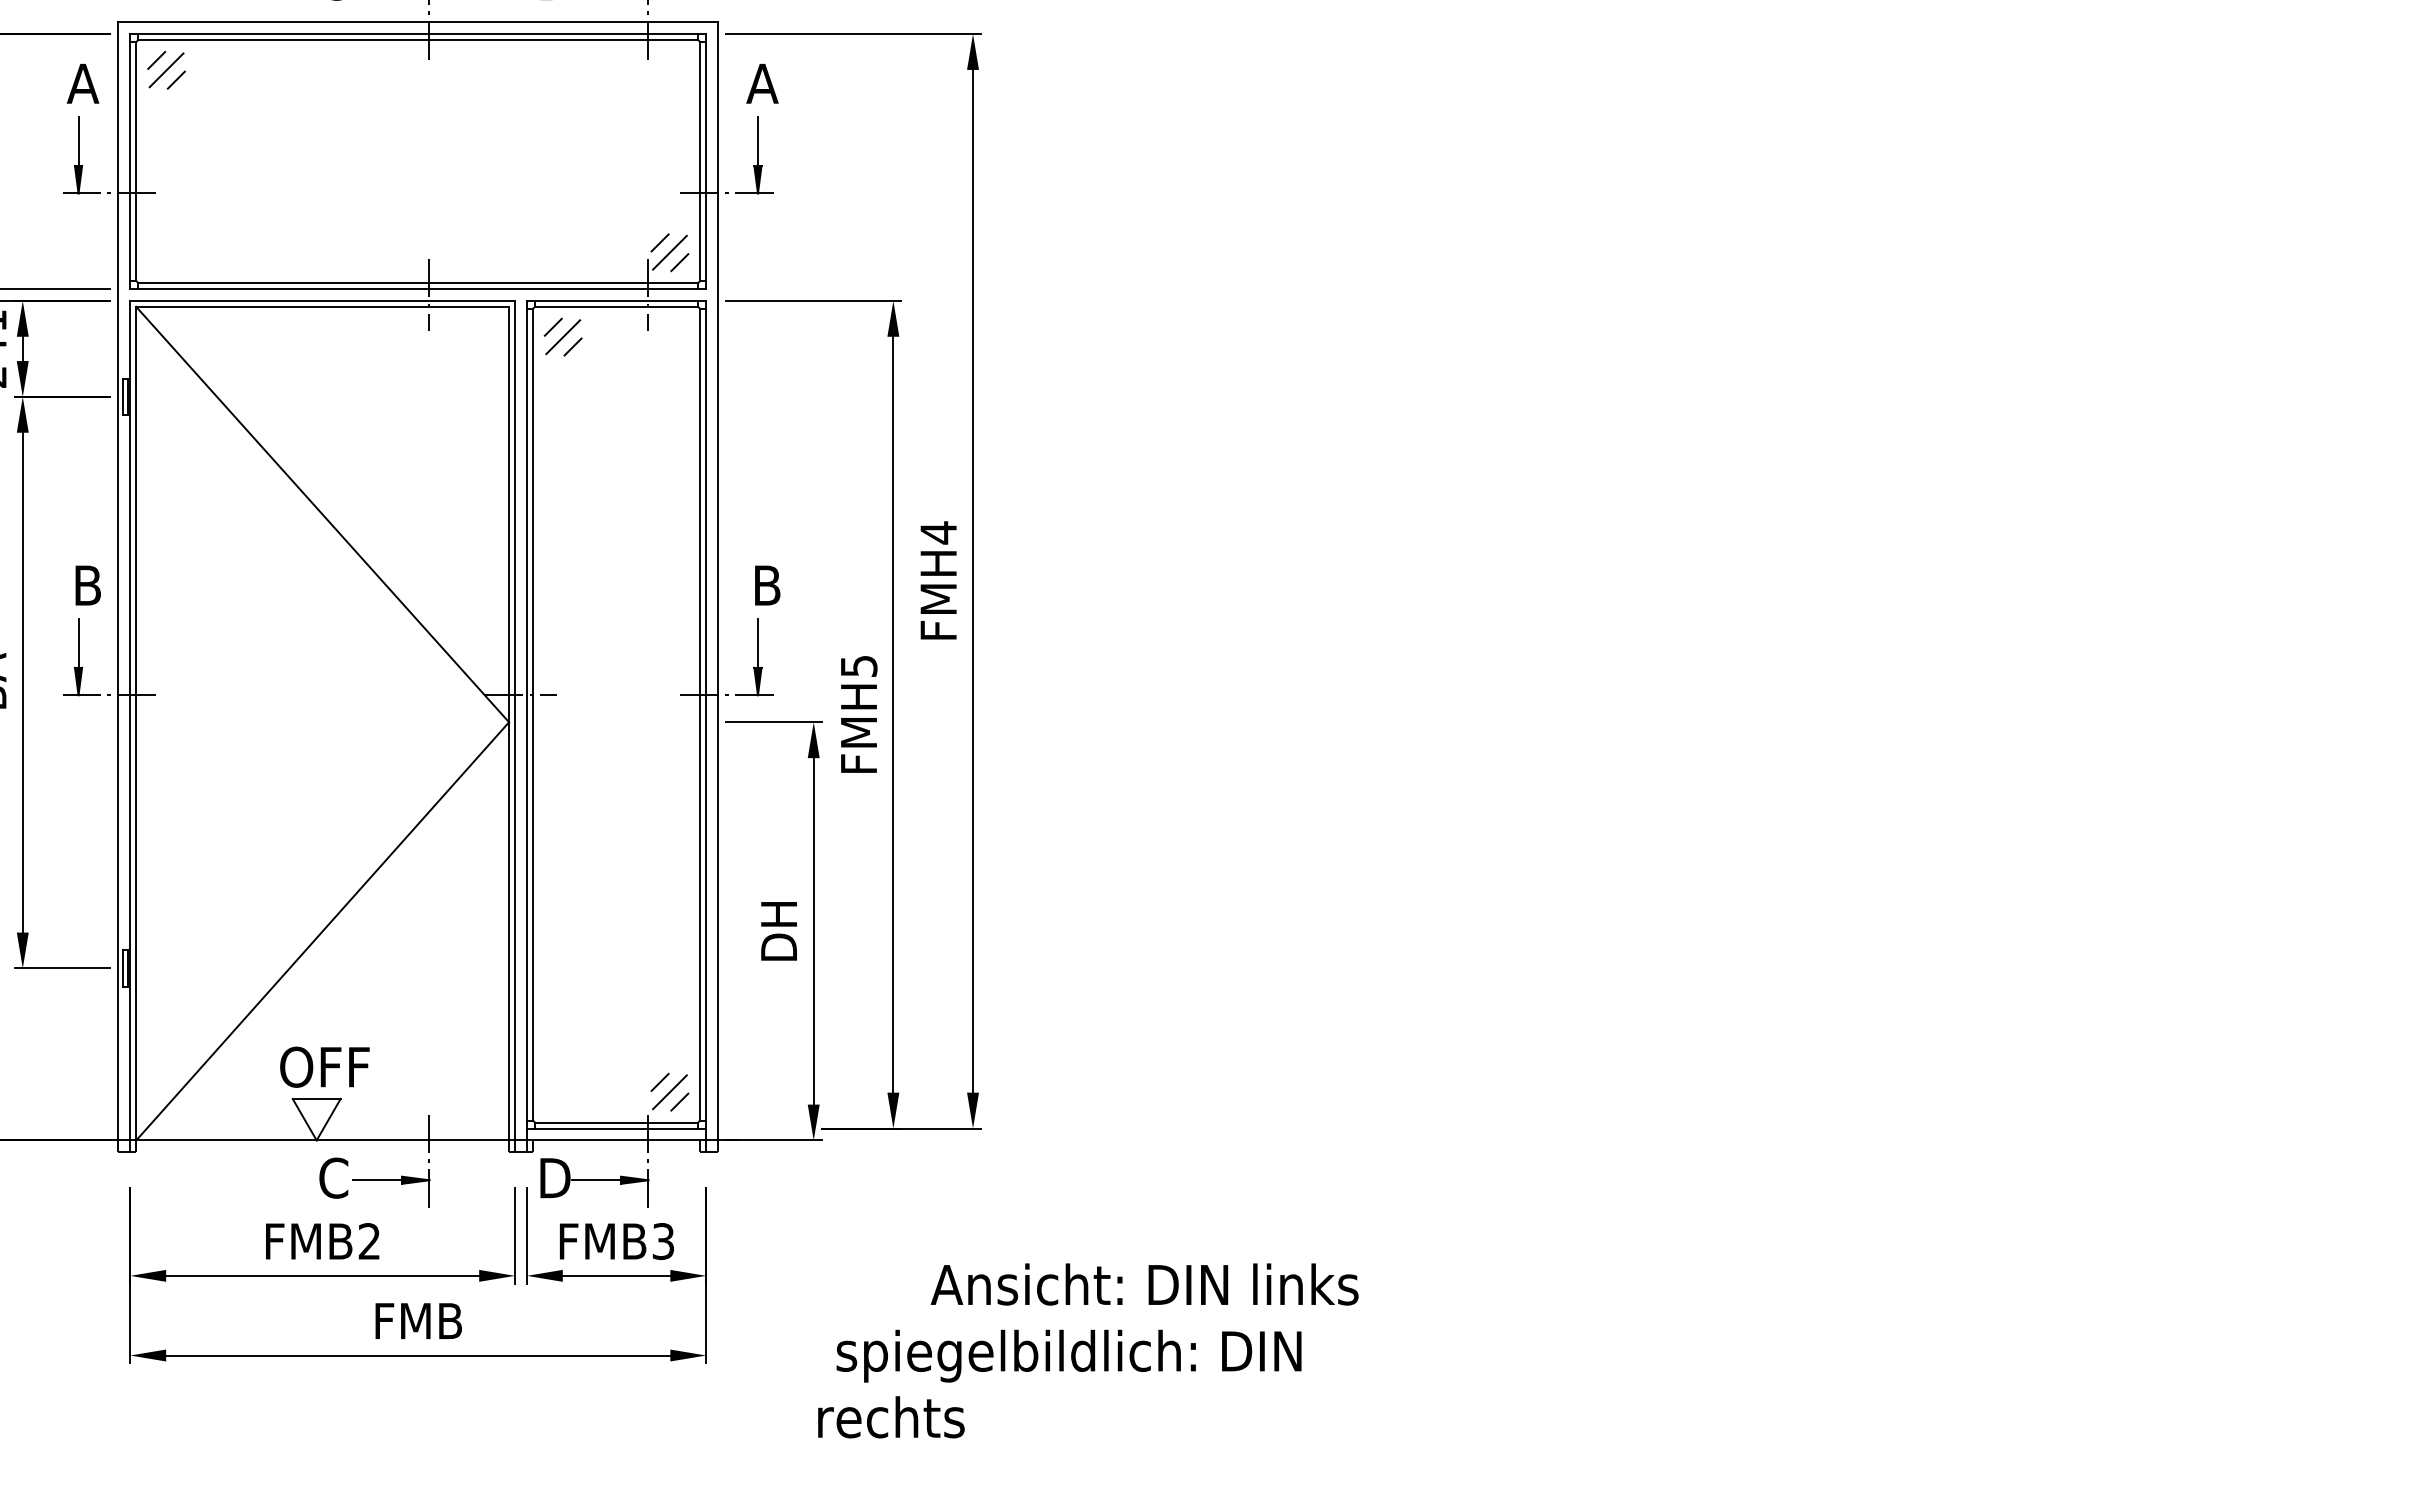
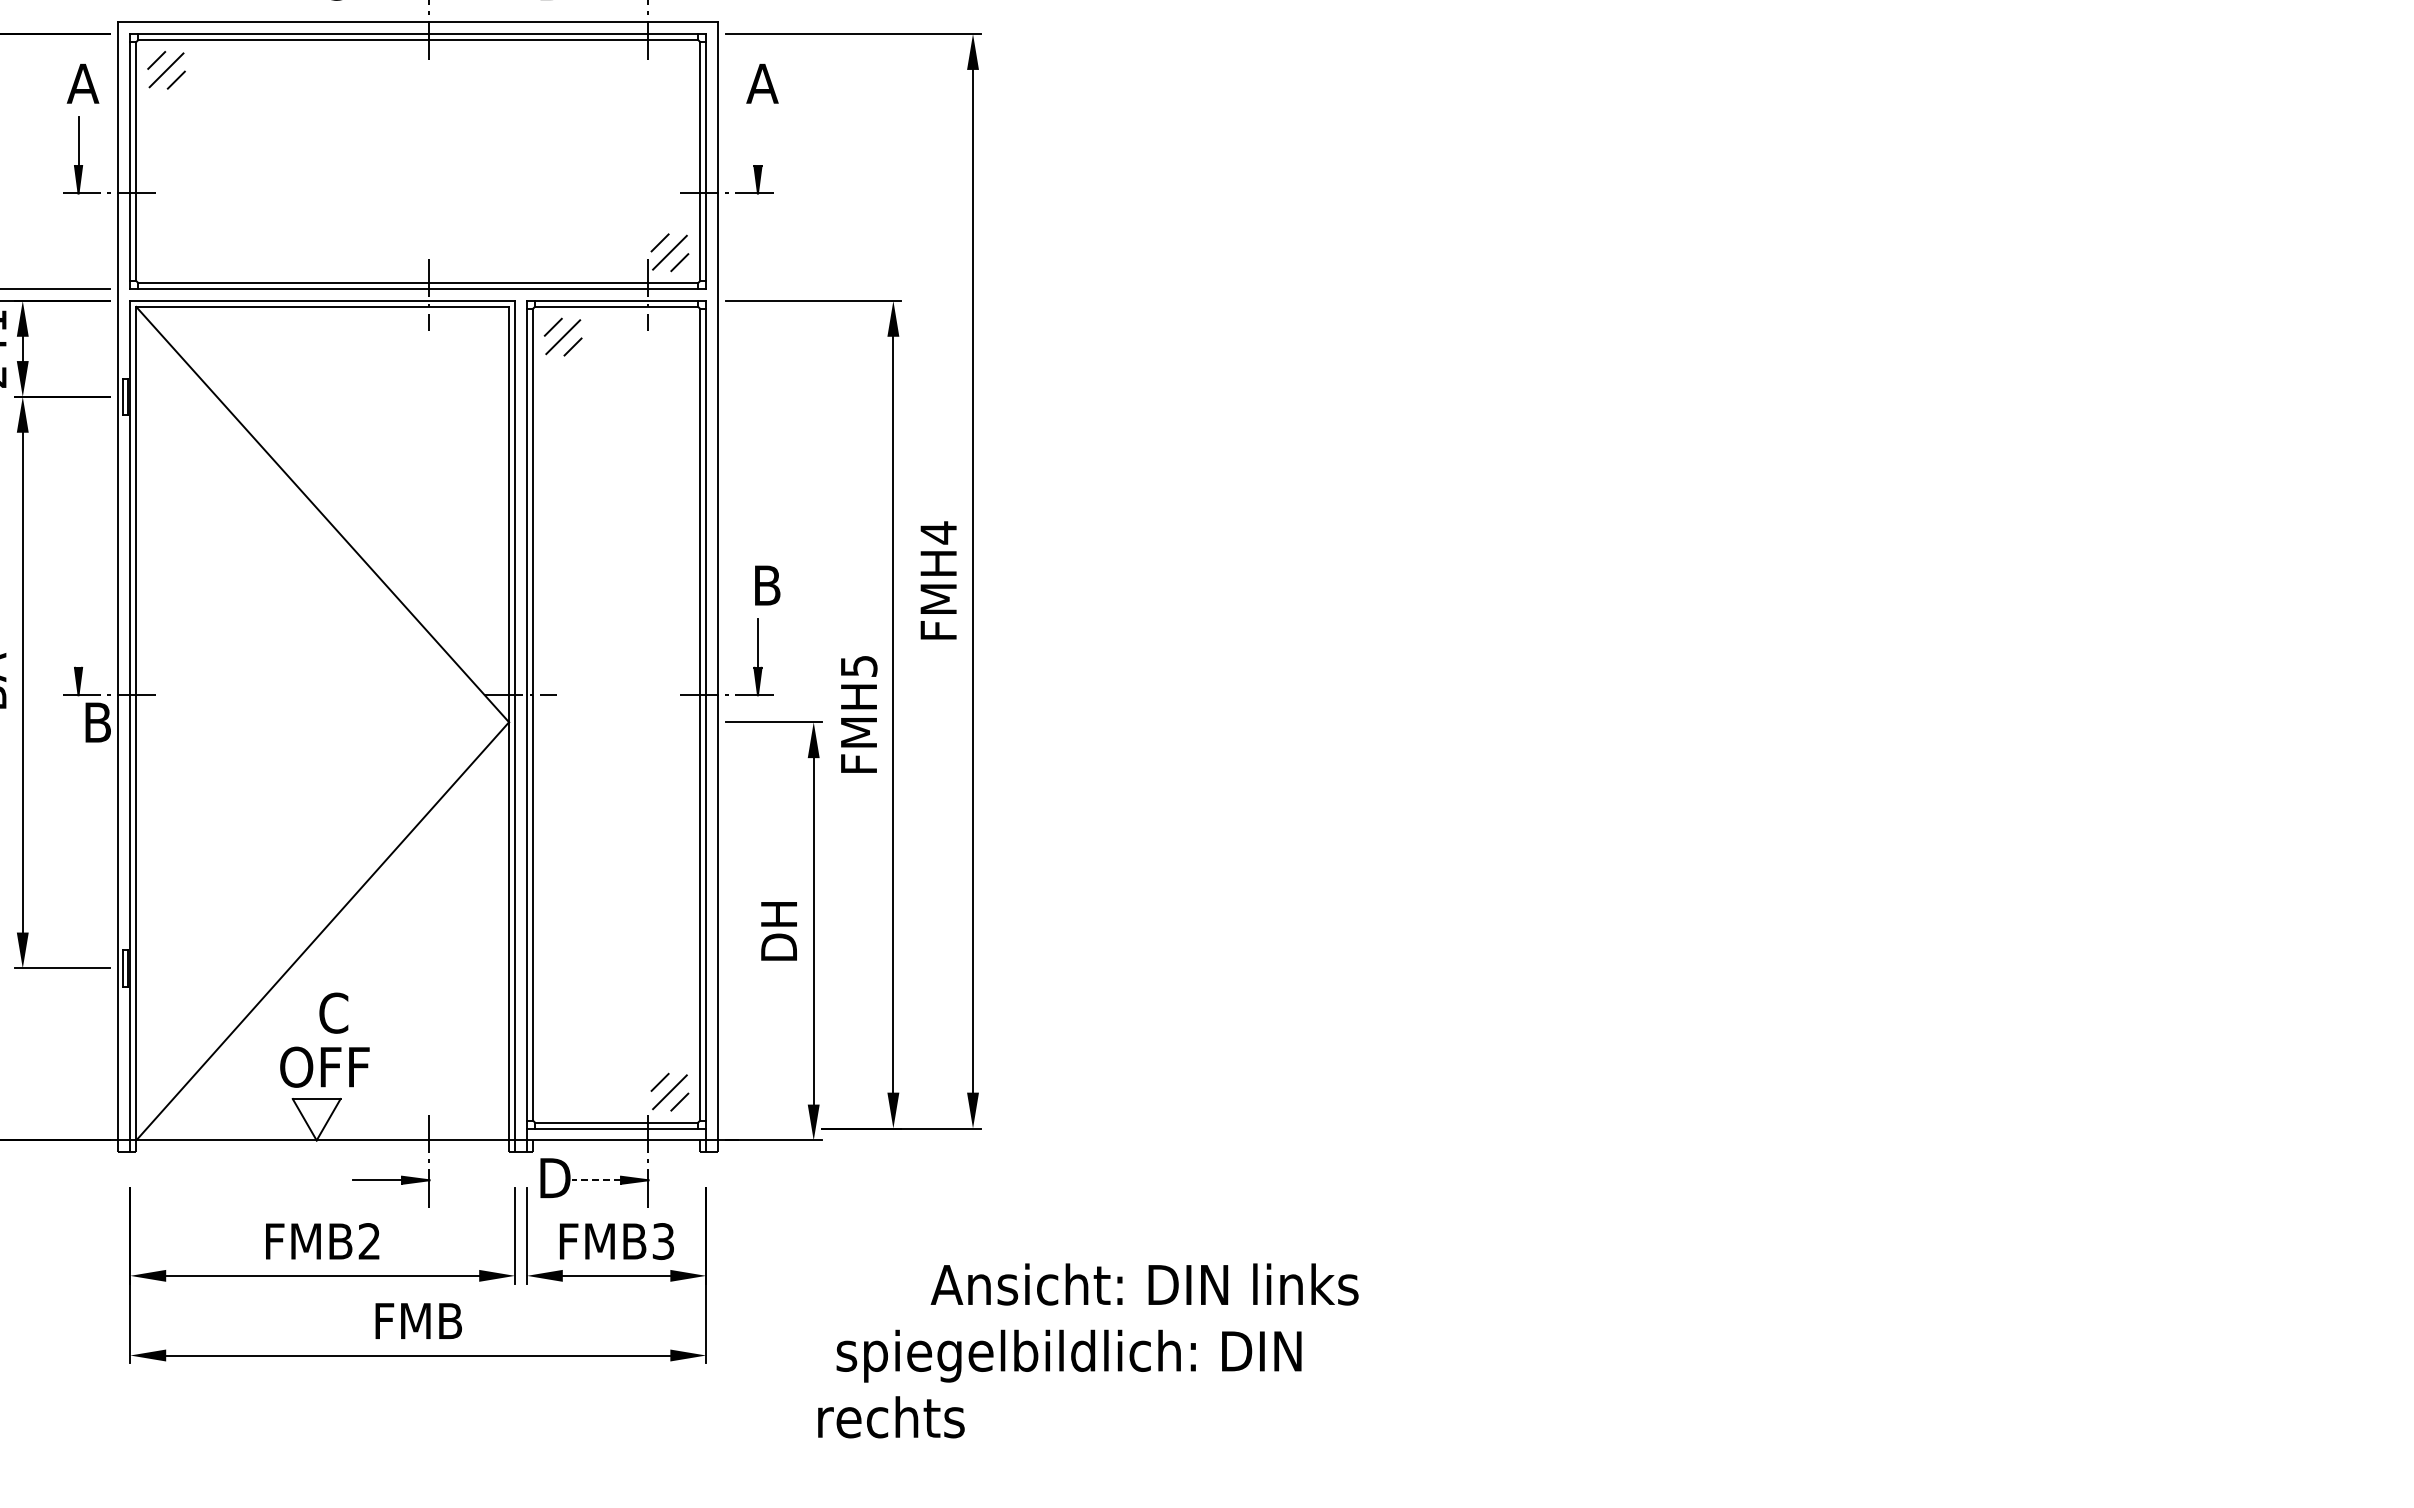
line at (757, 141): present -> none
text at (87, 585) position: (87, 585) -> (97, 722)
line at (78, 642): present -> none
text at (333, 1177) position: (333, 1177) -> (333, 1012)
line at (596, 1180): solid -> dashed
